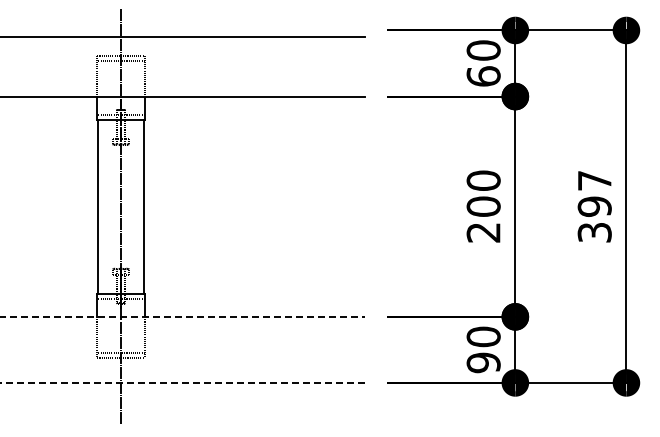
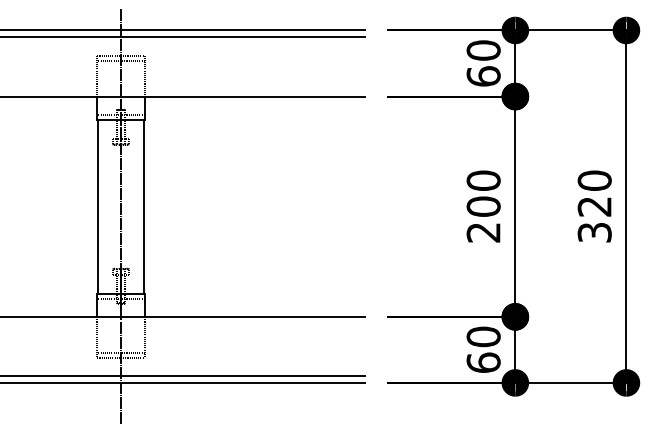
line at (183, 30): none -> present
text at (594, 193): 397 -> 320
line at (183, 316): dashed -> solid
text at (483, 362): 90 -> 60
line at (183, 376): none -> present
line at (182, 382): dashed -> solid
